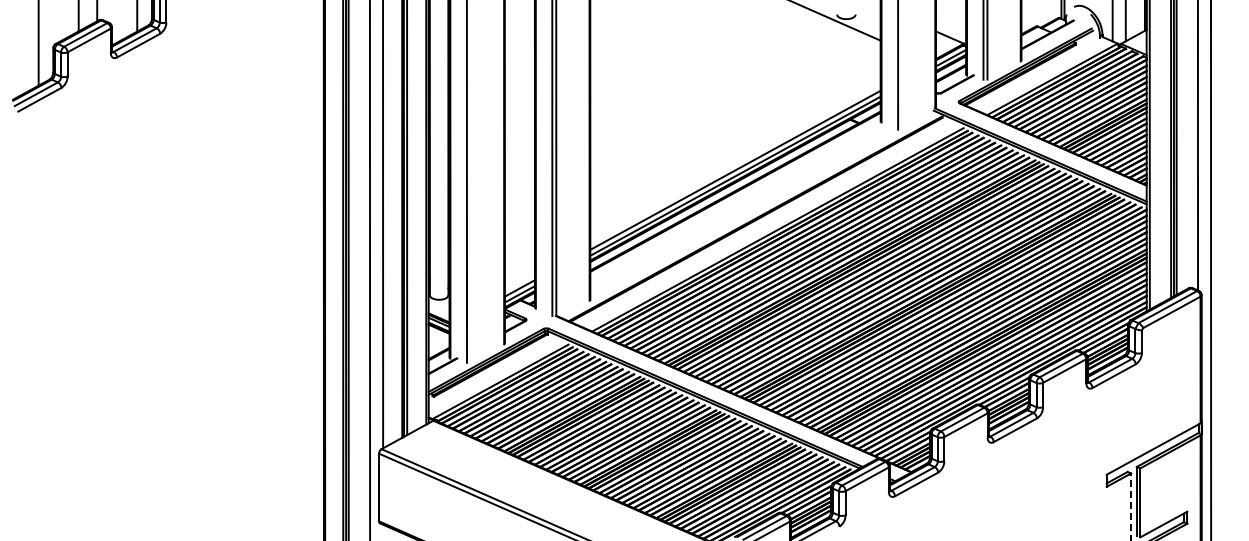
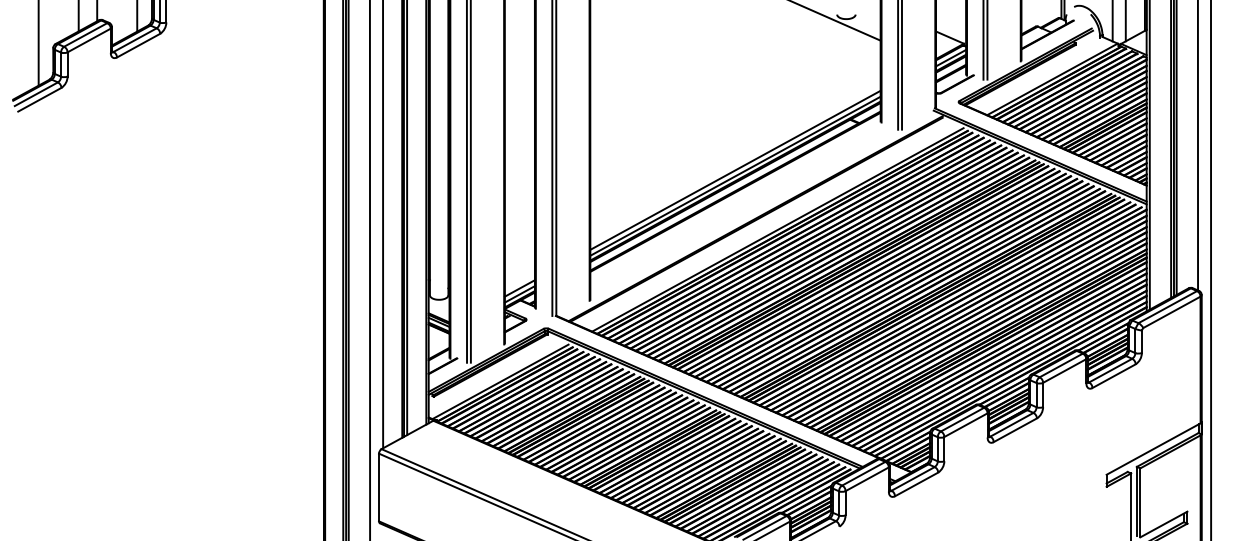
line at (901, 65): none -> present
line at (470, 182): none -> present
line at (1131, 506): dashed -> solid
